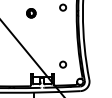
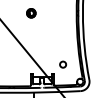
circle at (63, 7): present -> none
